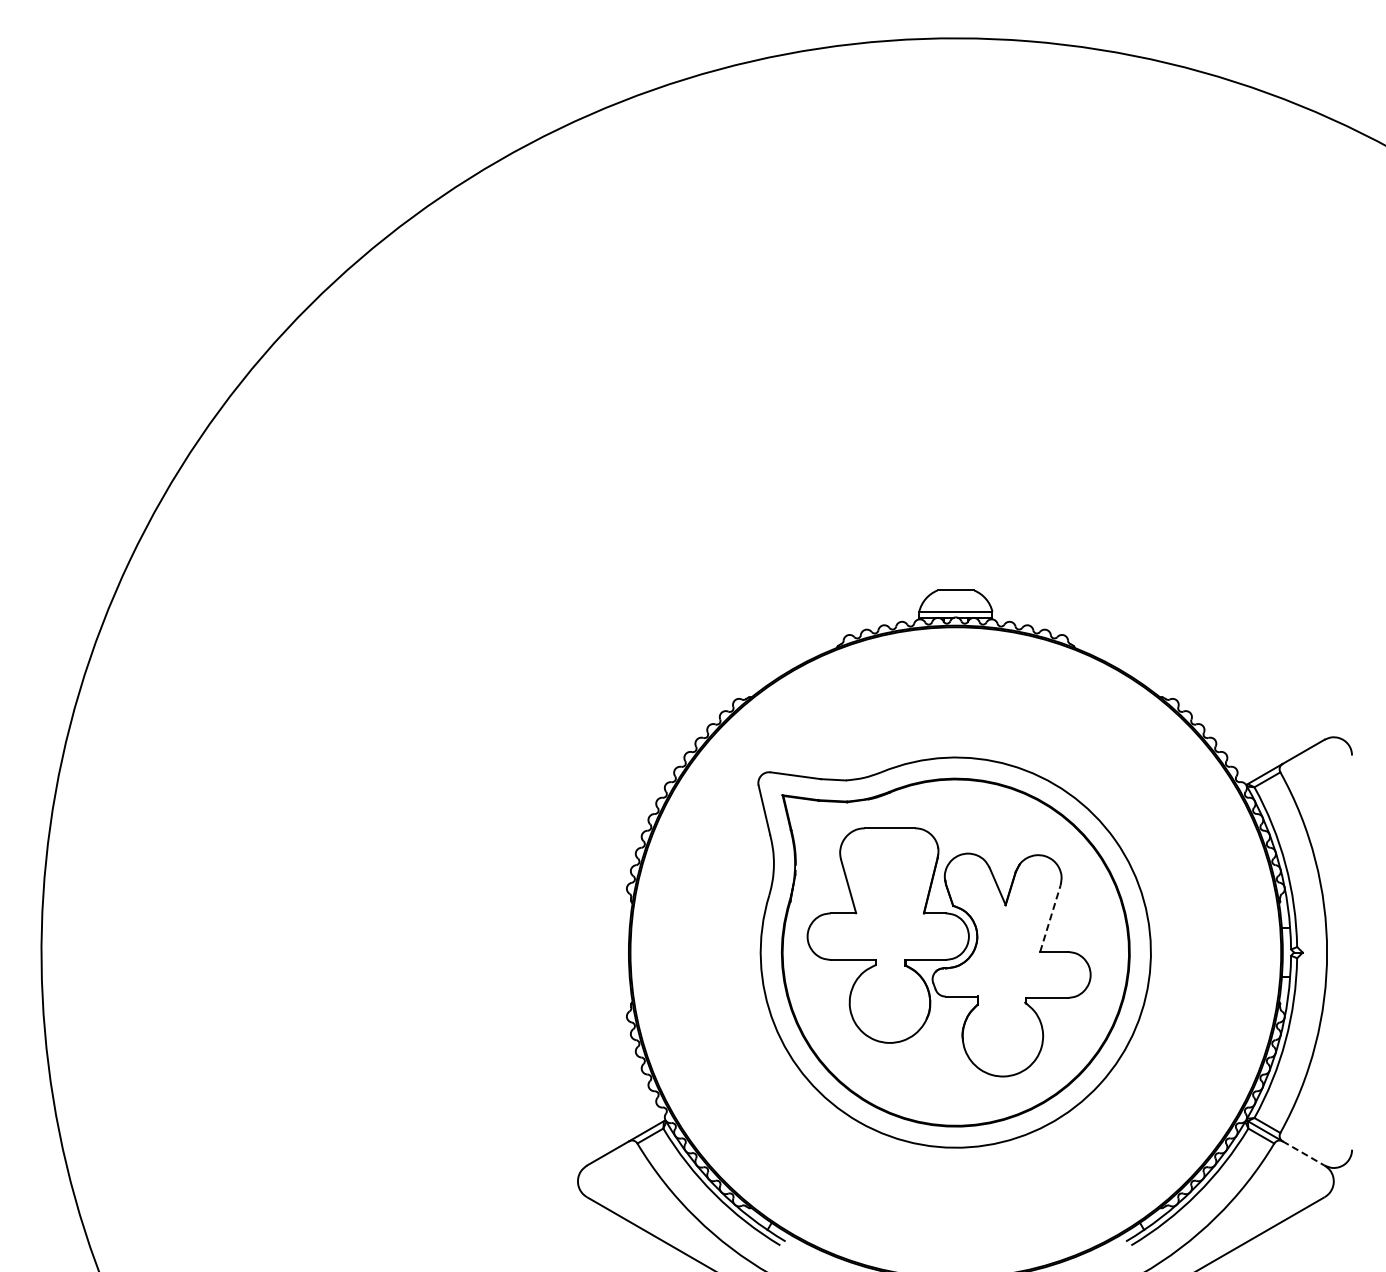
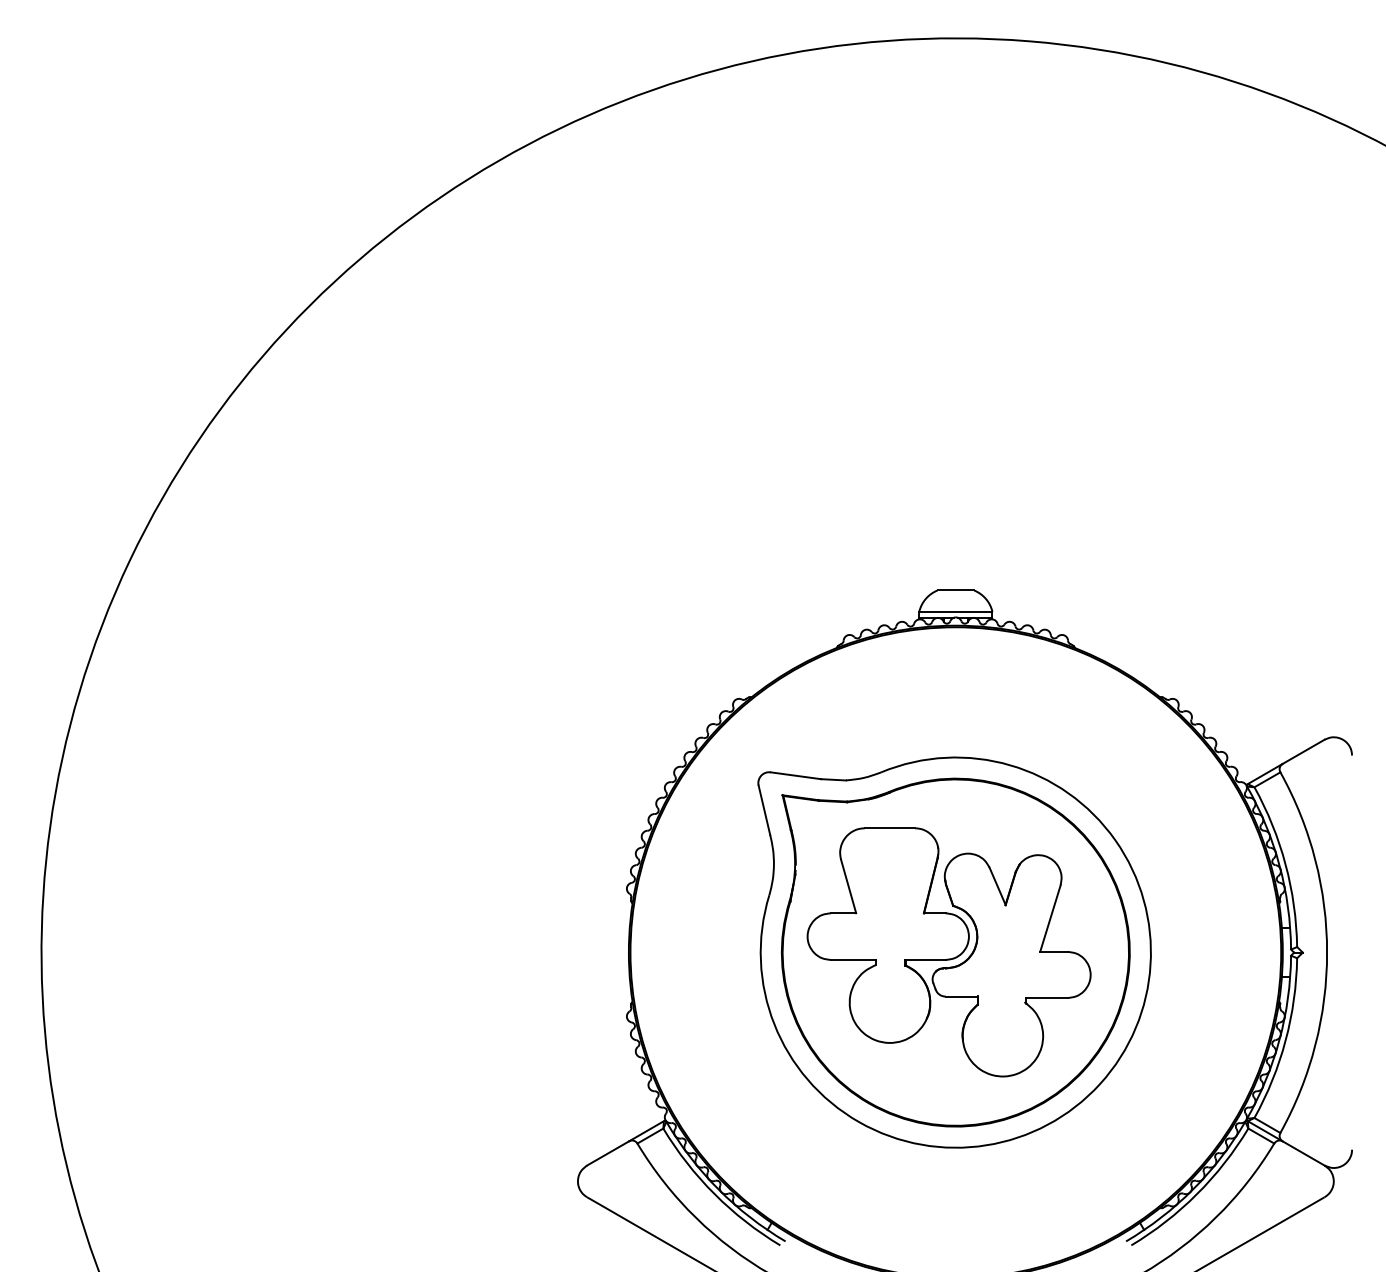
line at (1050, 918): dashed -> solid
line at (1304, 1153): dashed -> solid
